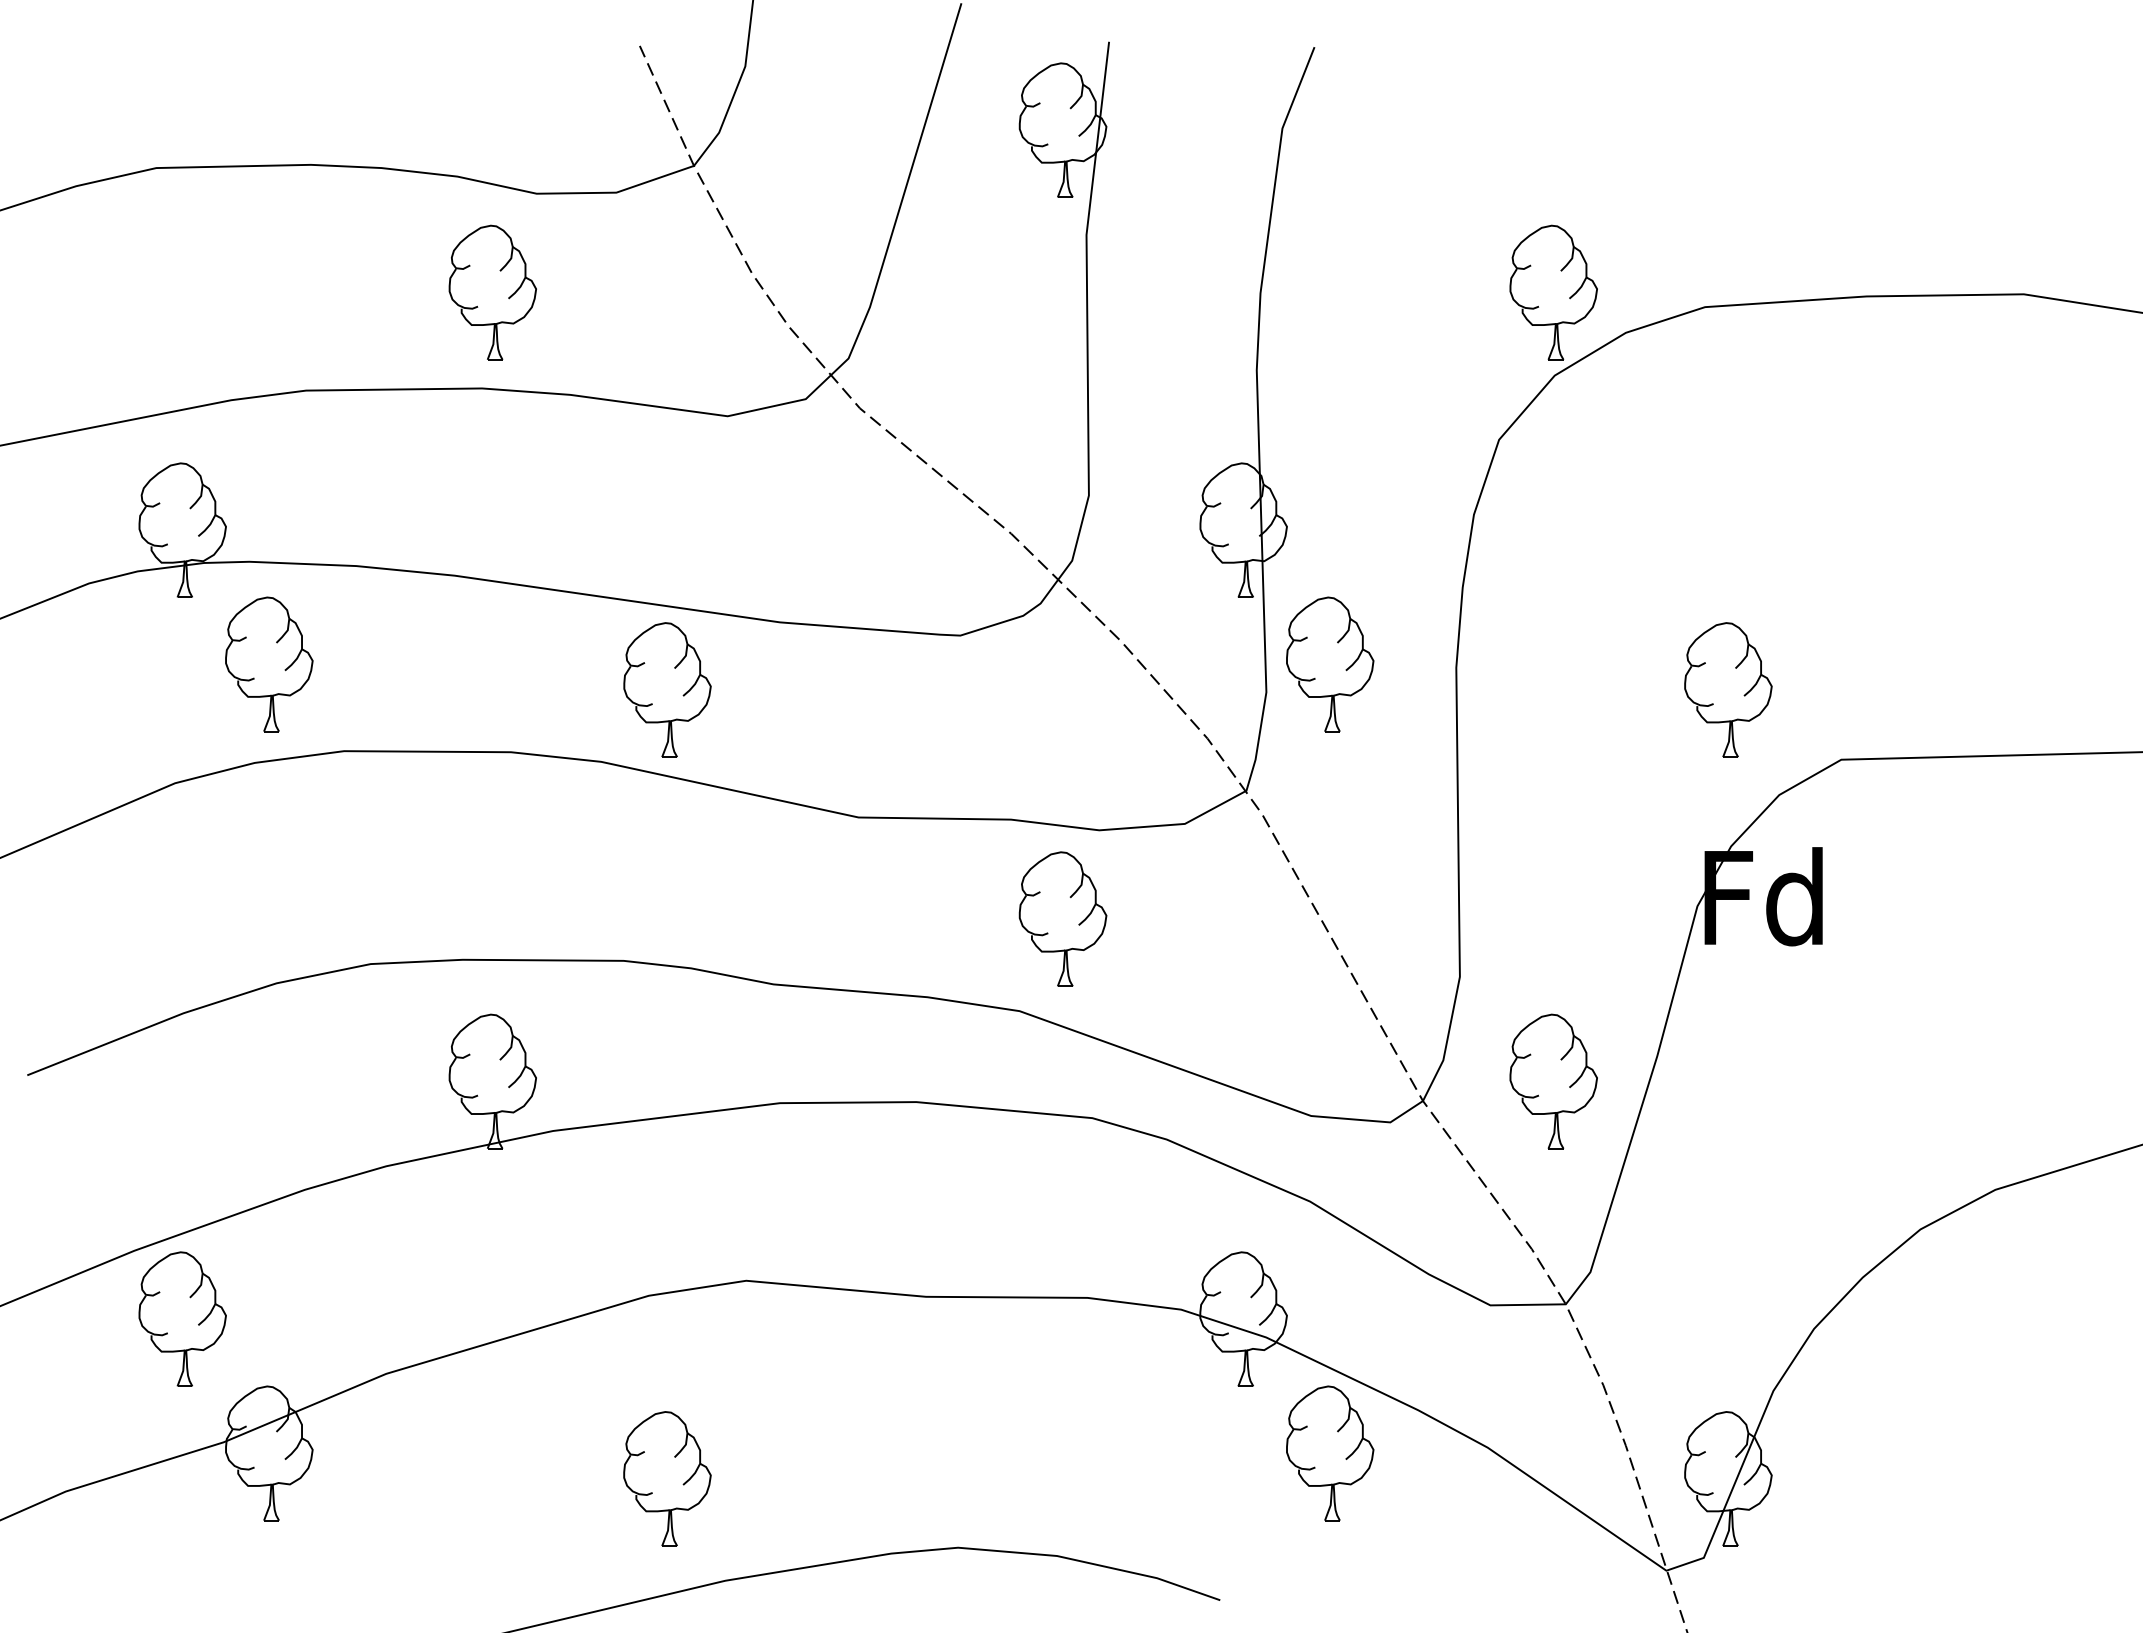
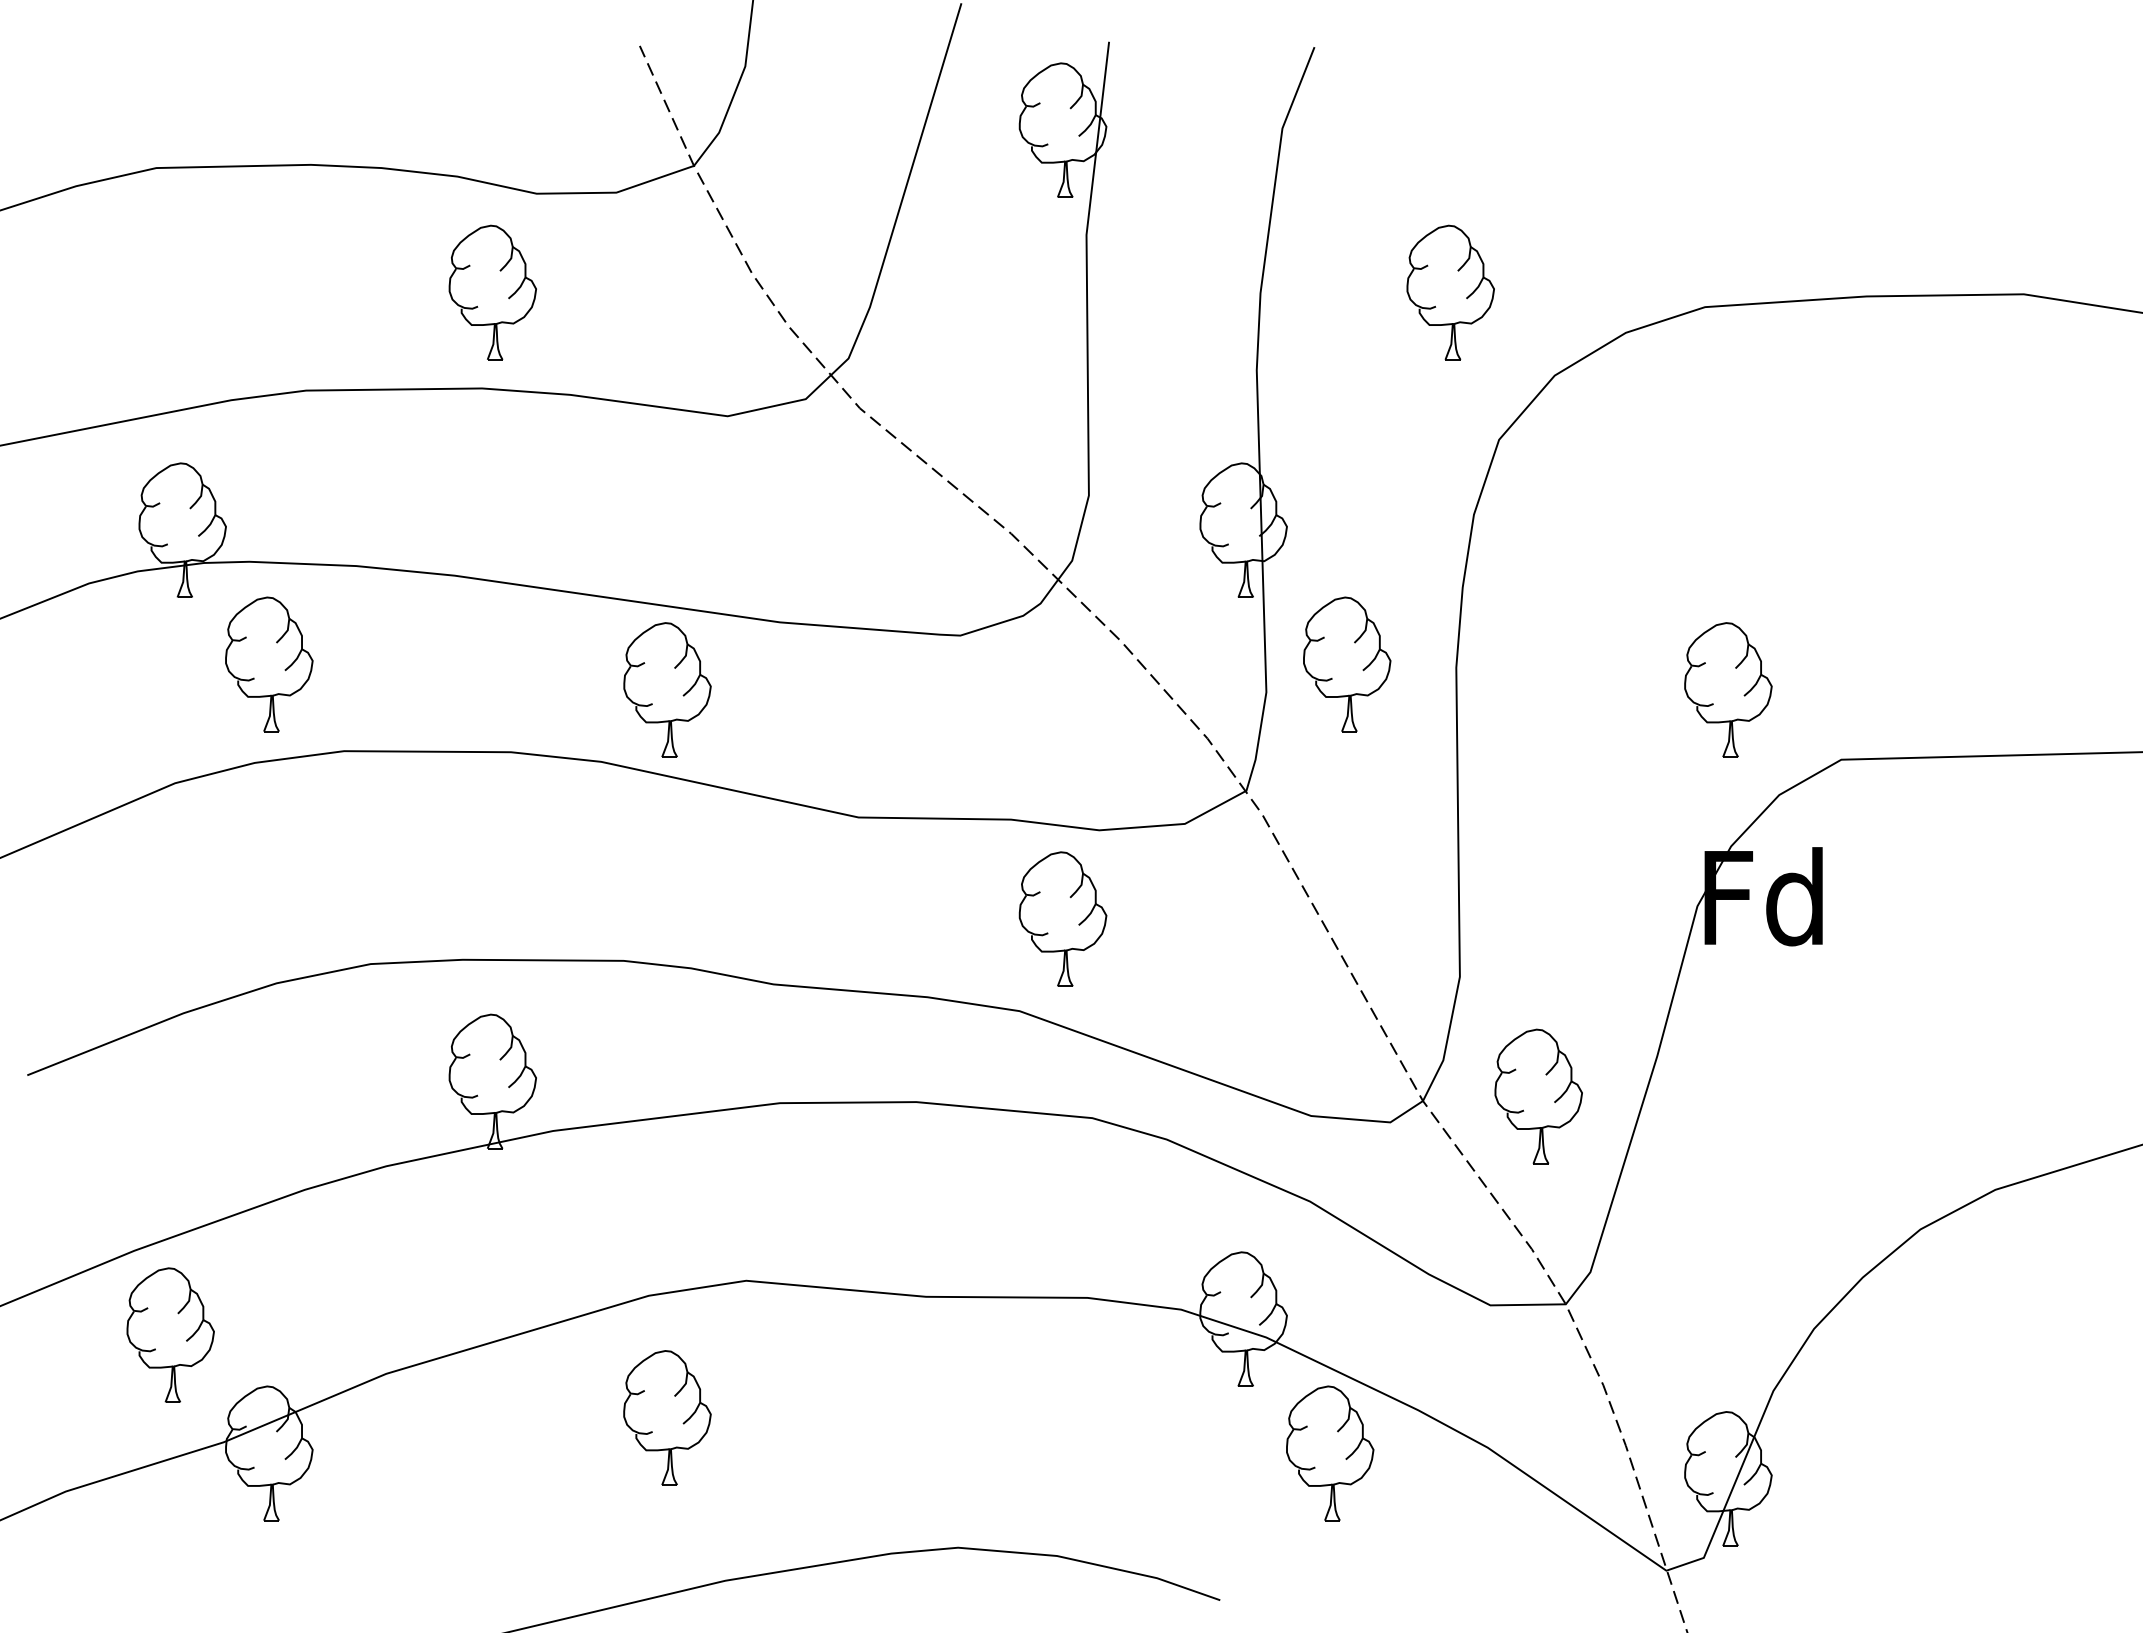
part at (1553, 292) position: (1553, 292) -> (1450, 292)
part at (1330, 664) position: (1330, 664) -> (1347, 664)
part at (1553, 1081) position: (1553, 1081) -> (1538, 1096)
part at (182, 1318) position: (182, 1318) -> (170, 1334)
part at (667, 1478) position: (667, 1478) -> (667, 1417)
